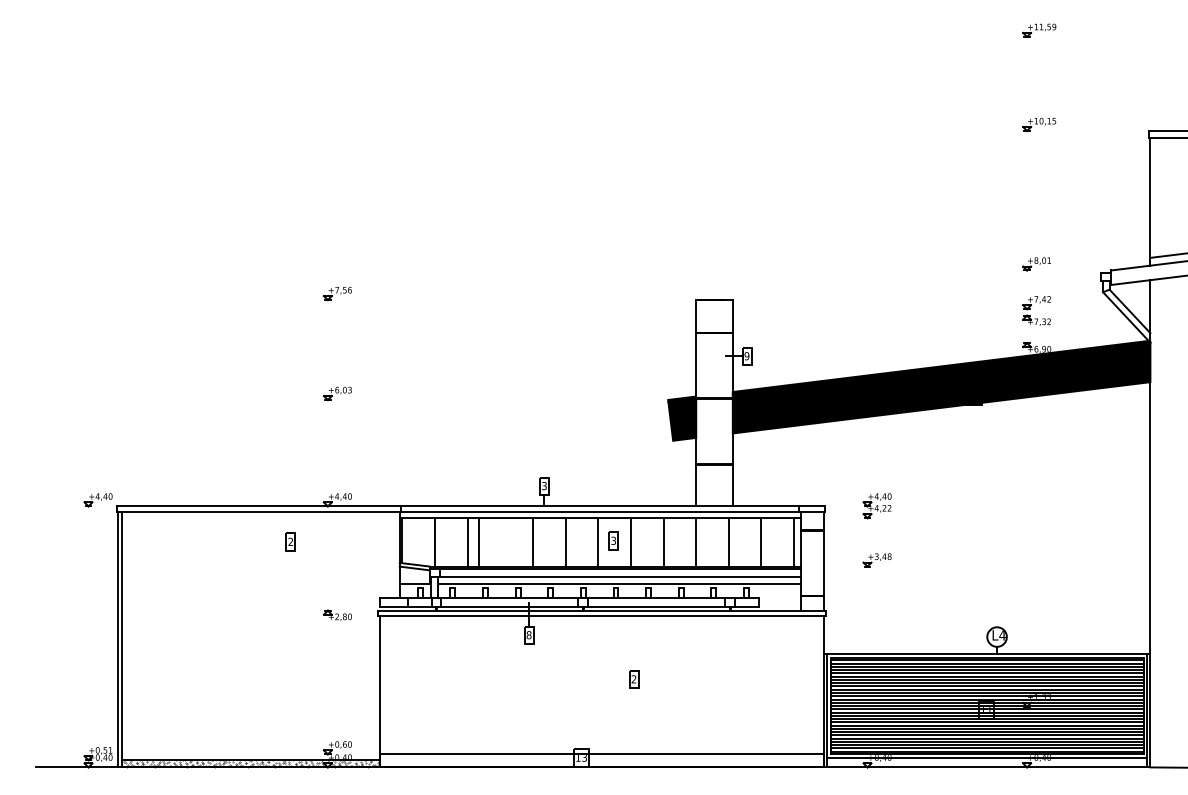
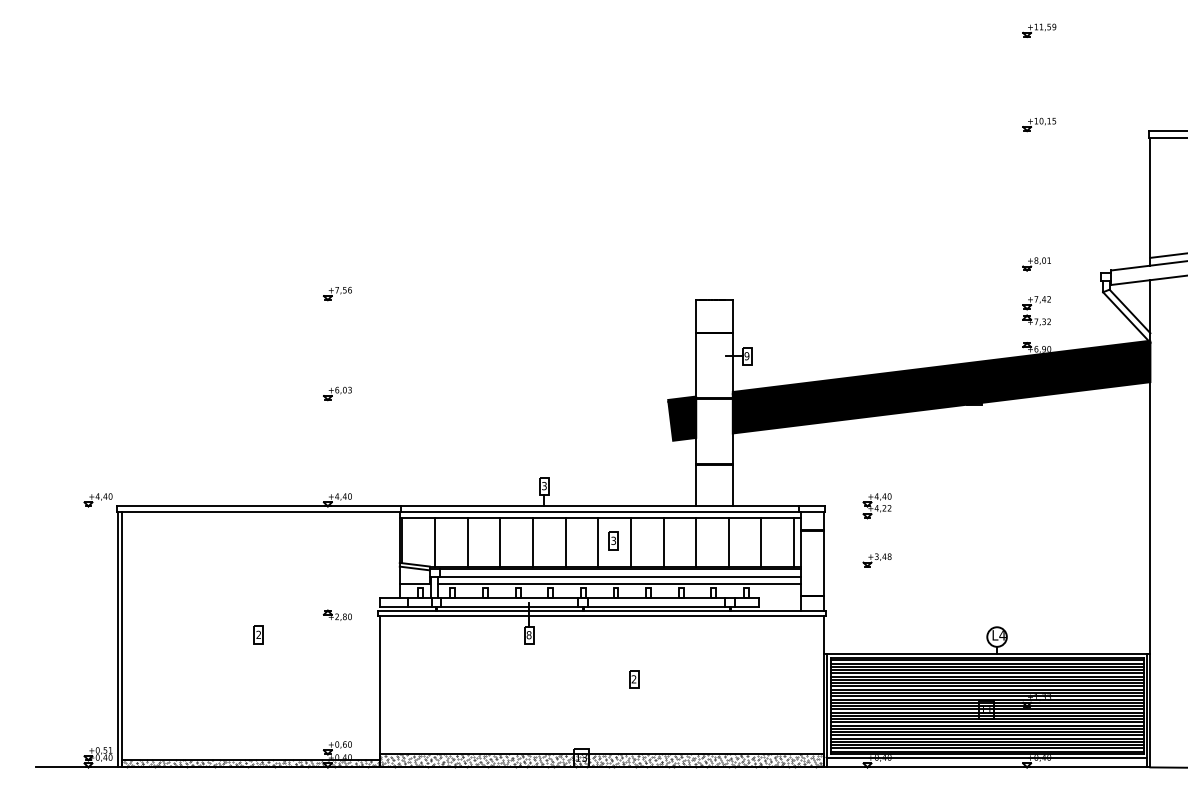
part at (290, 541) position: (290, 541) -> (258, 634)
line at (479, 542) position: (479, 542) -> (500, 542)
hatch at (601, 760): none -> present
